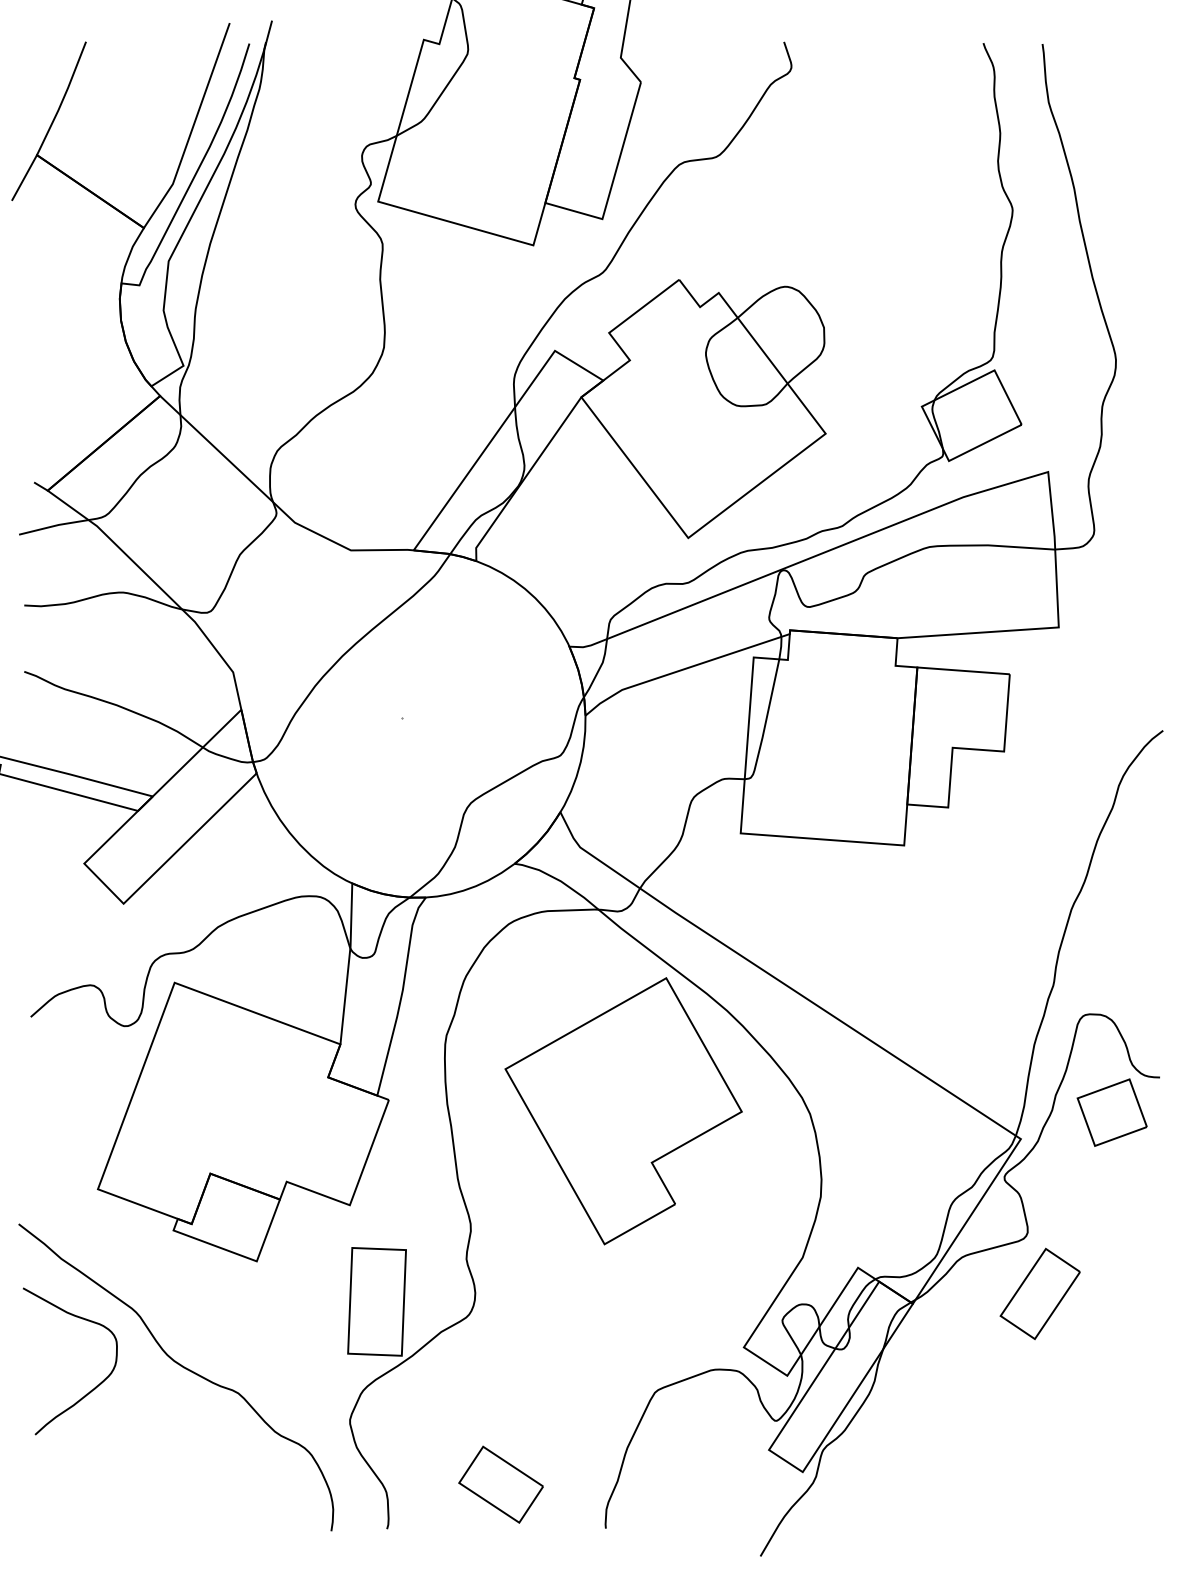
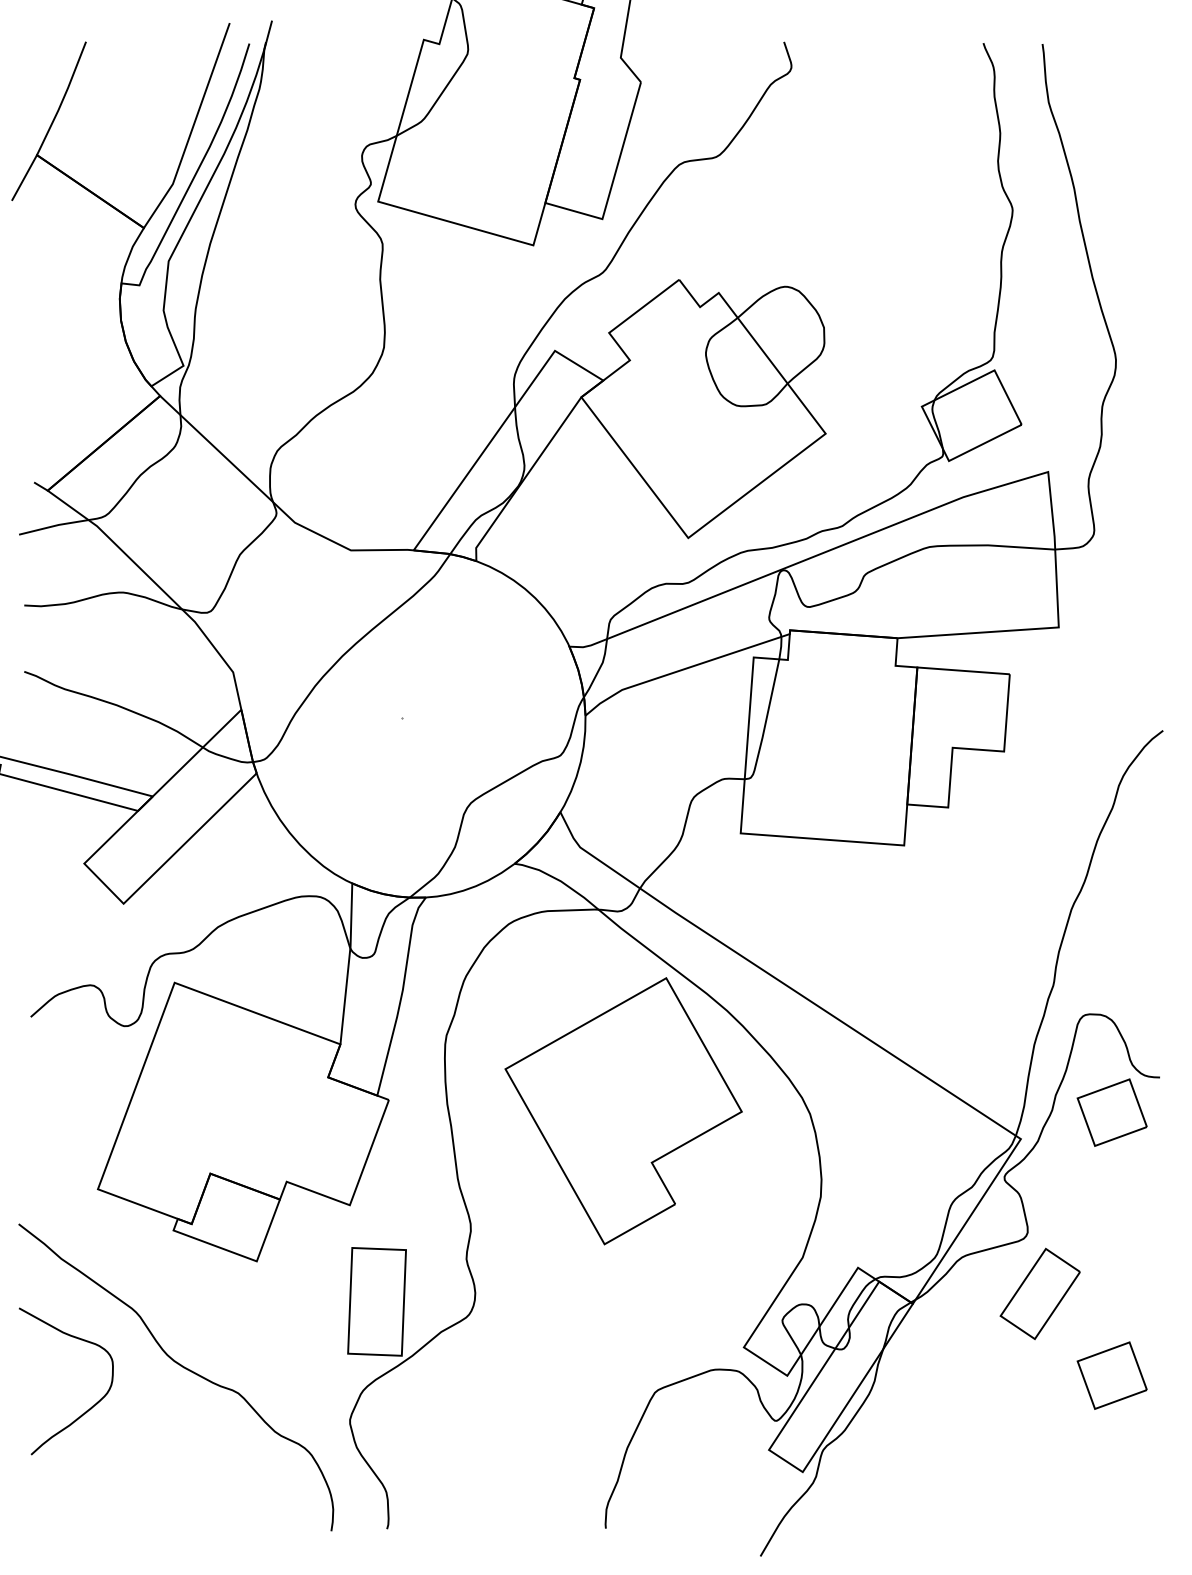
part at (1111, 1375): none -> present
curve at (90, 1390) position: (90, 1390) -> (86, 1410)
part at (500, 1484): present -> none
